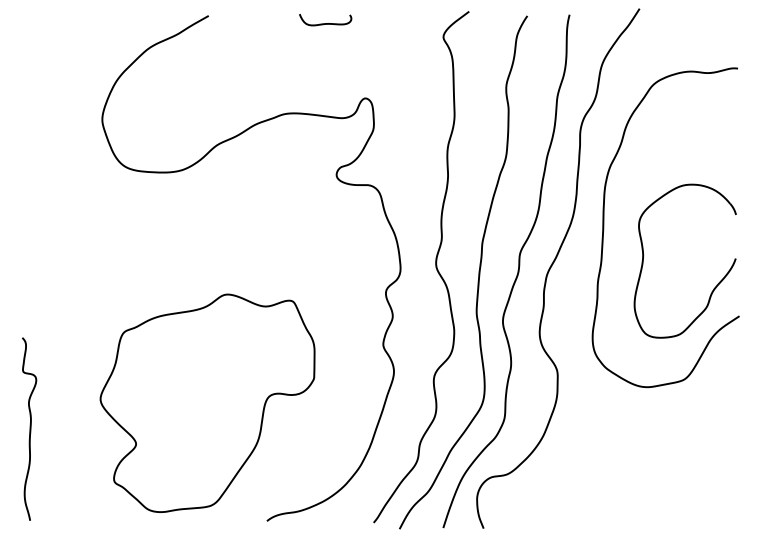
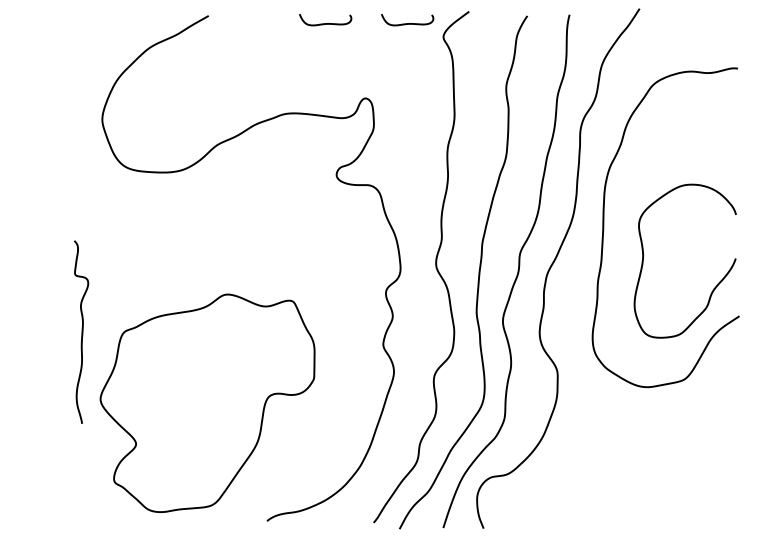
curve at (407, 23): none -> present
curve at (29, 428) position: (29, 428) -> (81, 331)
